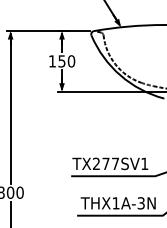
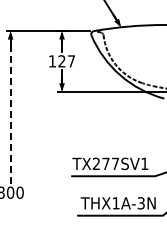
text at (66, 61): 150 -> 127
line at (10, 108): solid -> dashed
line at (10, 212): present -> none
